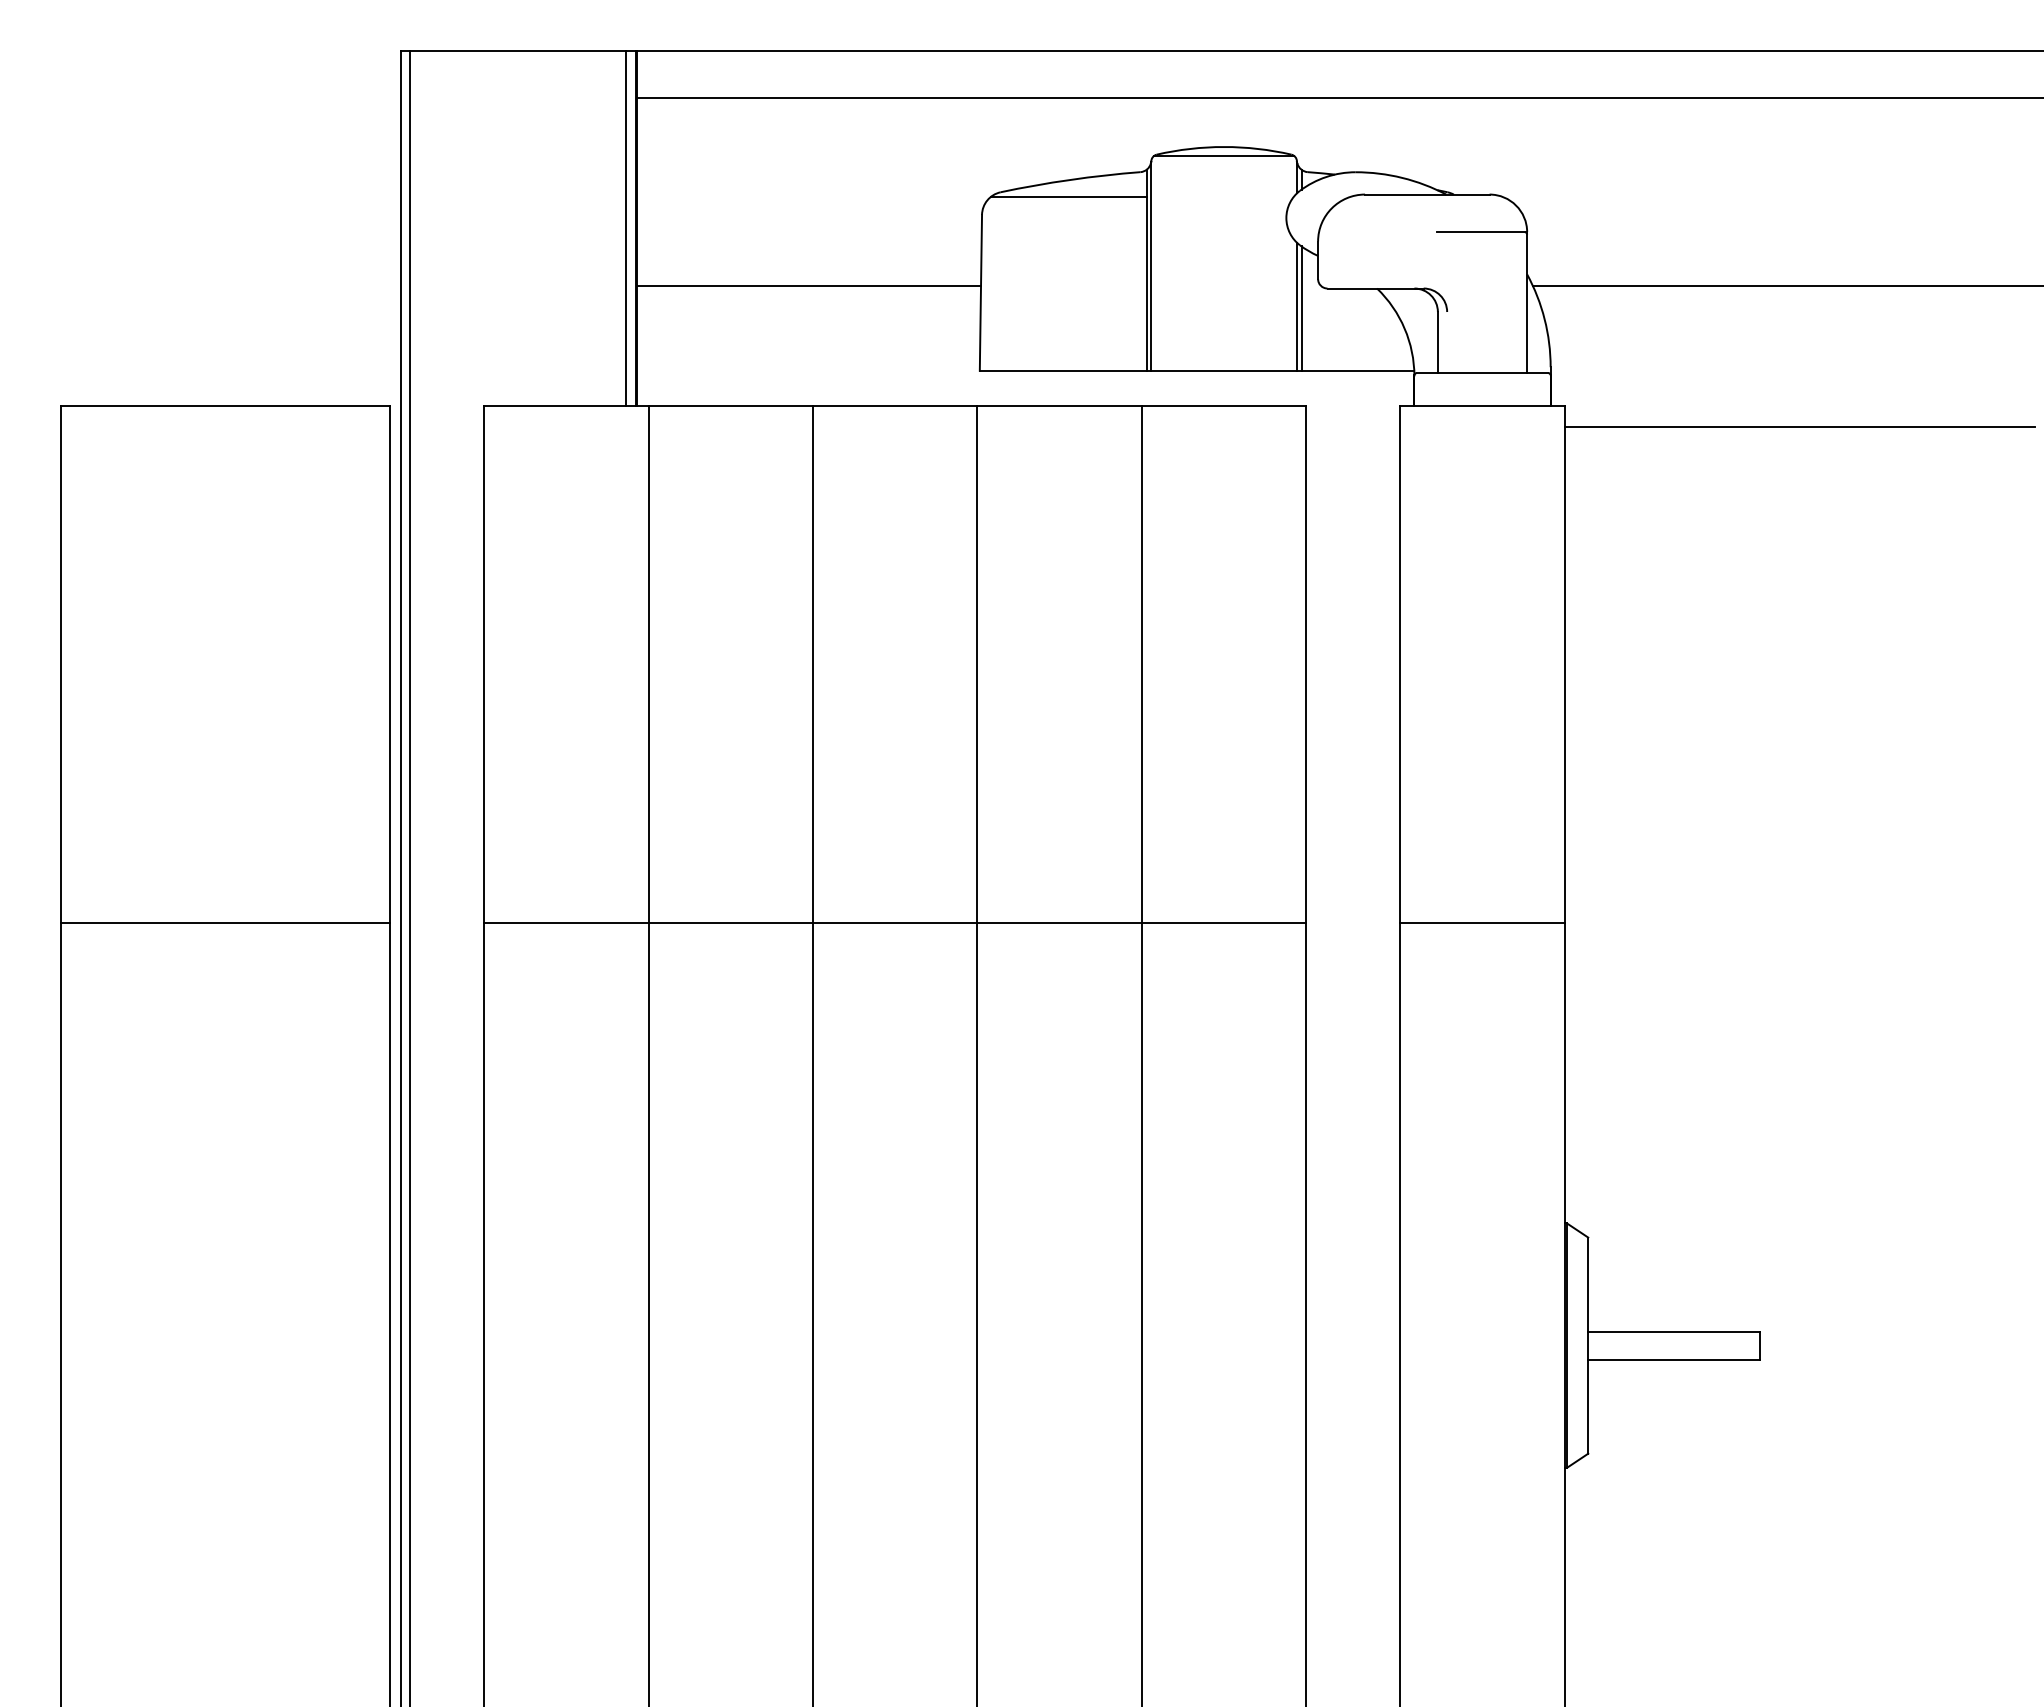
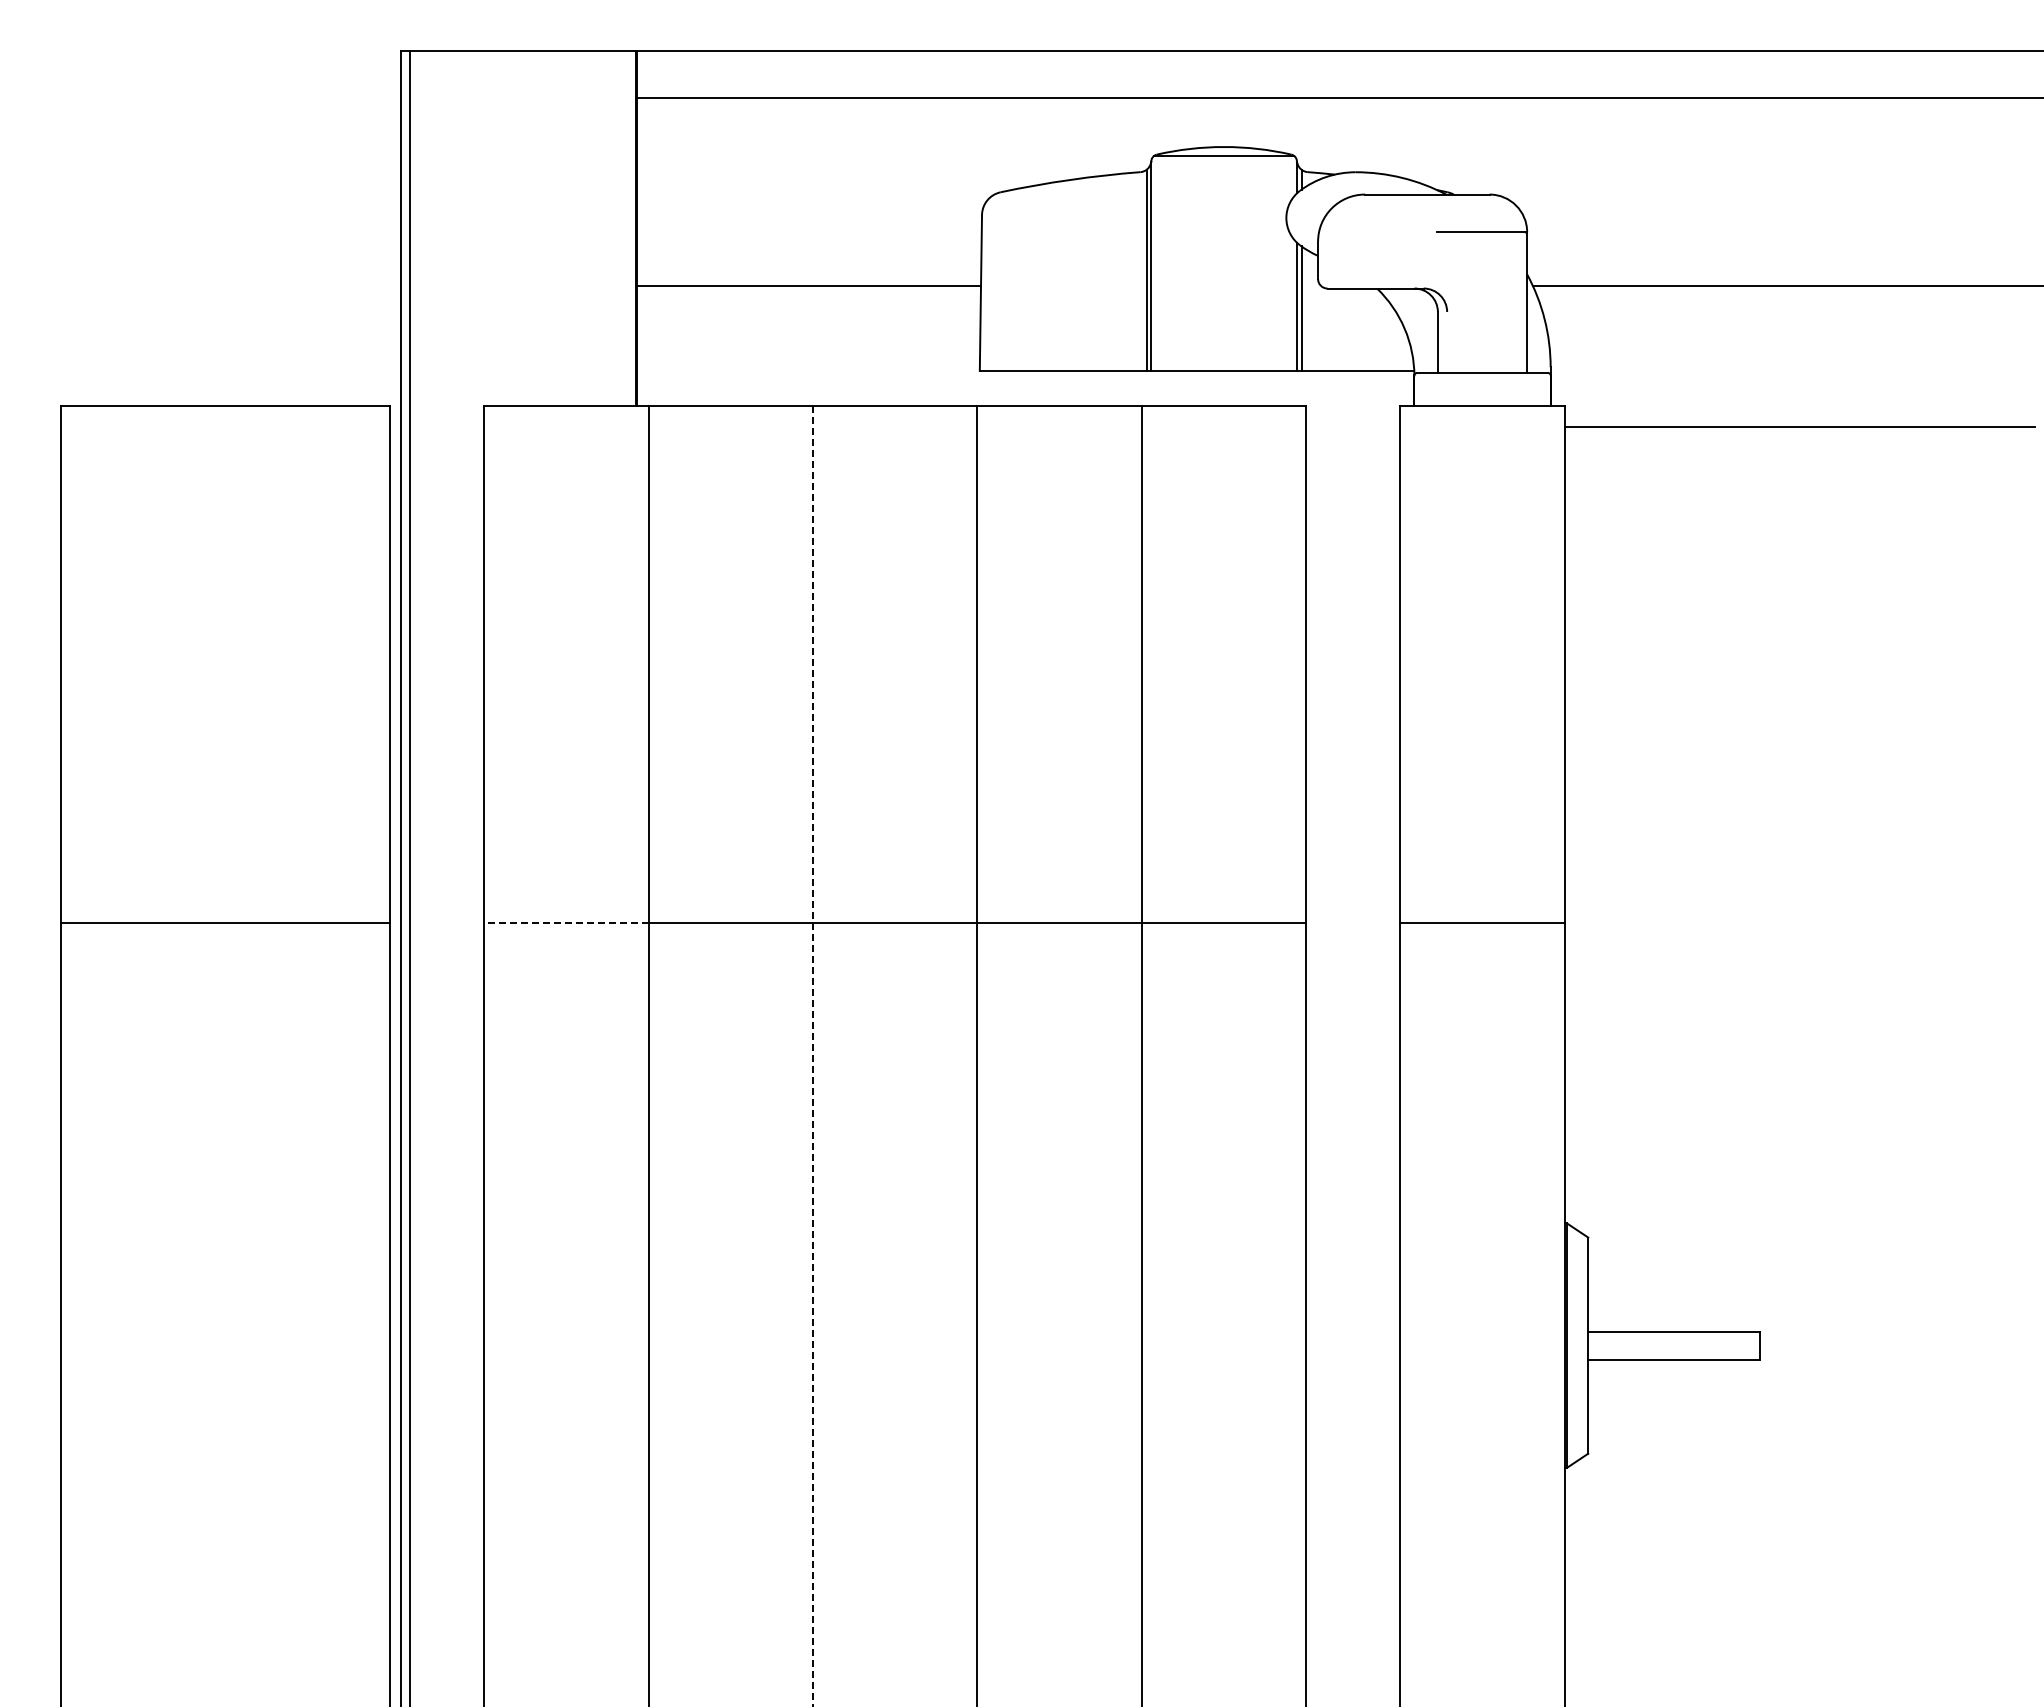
line at (1068, 196): present -> none
line at (626, 228): present -> none
line at (565, 922): solid -> dashed
line at (813, 1056): solid -> dashed
